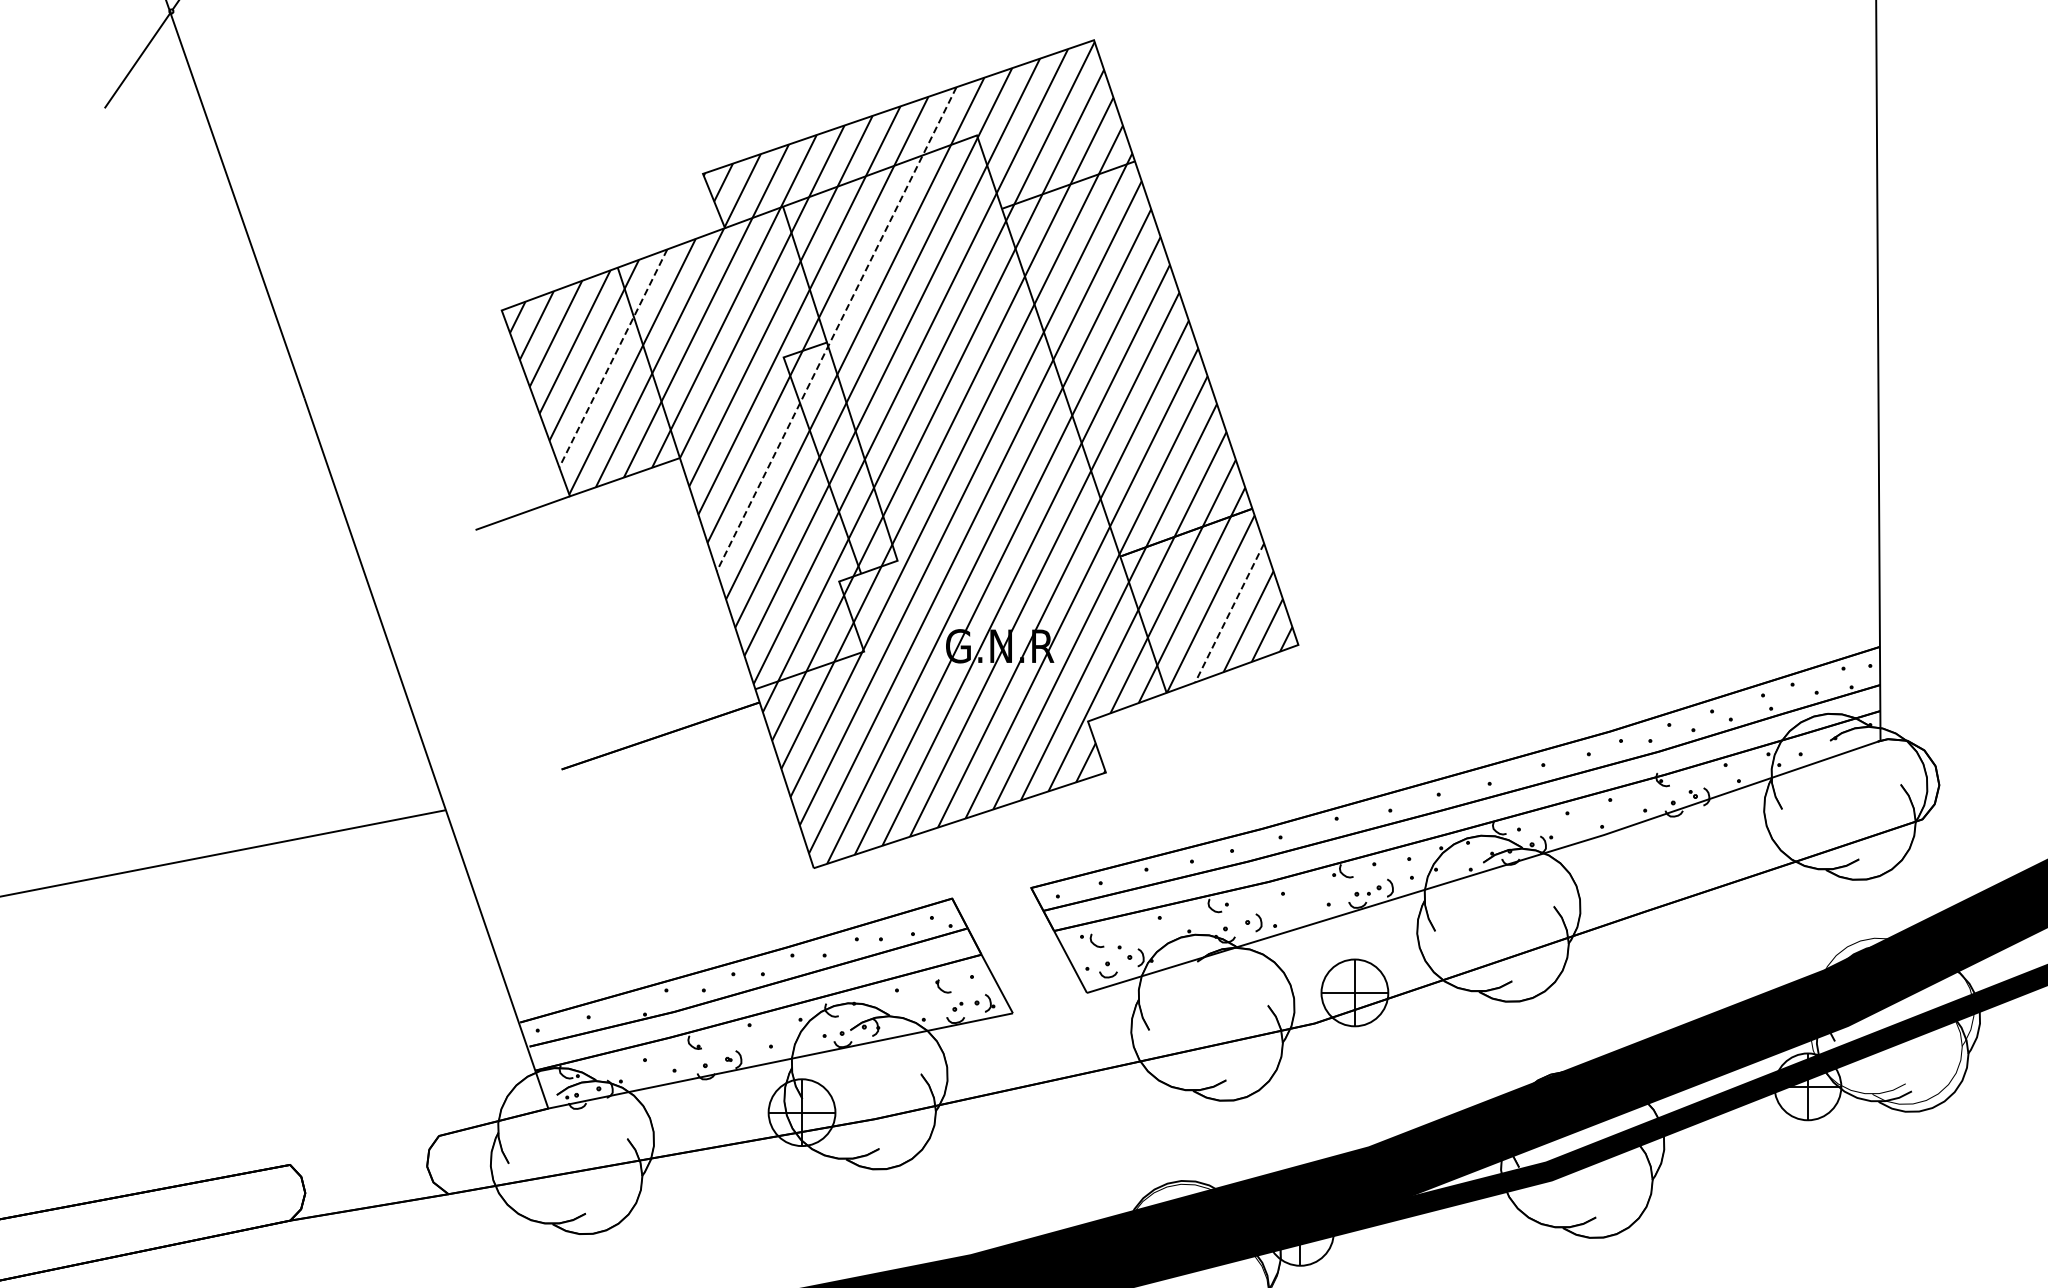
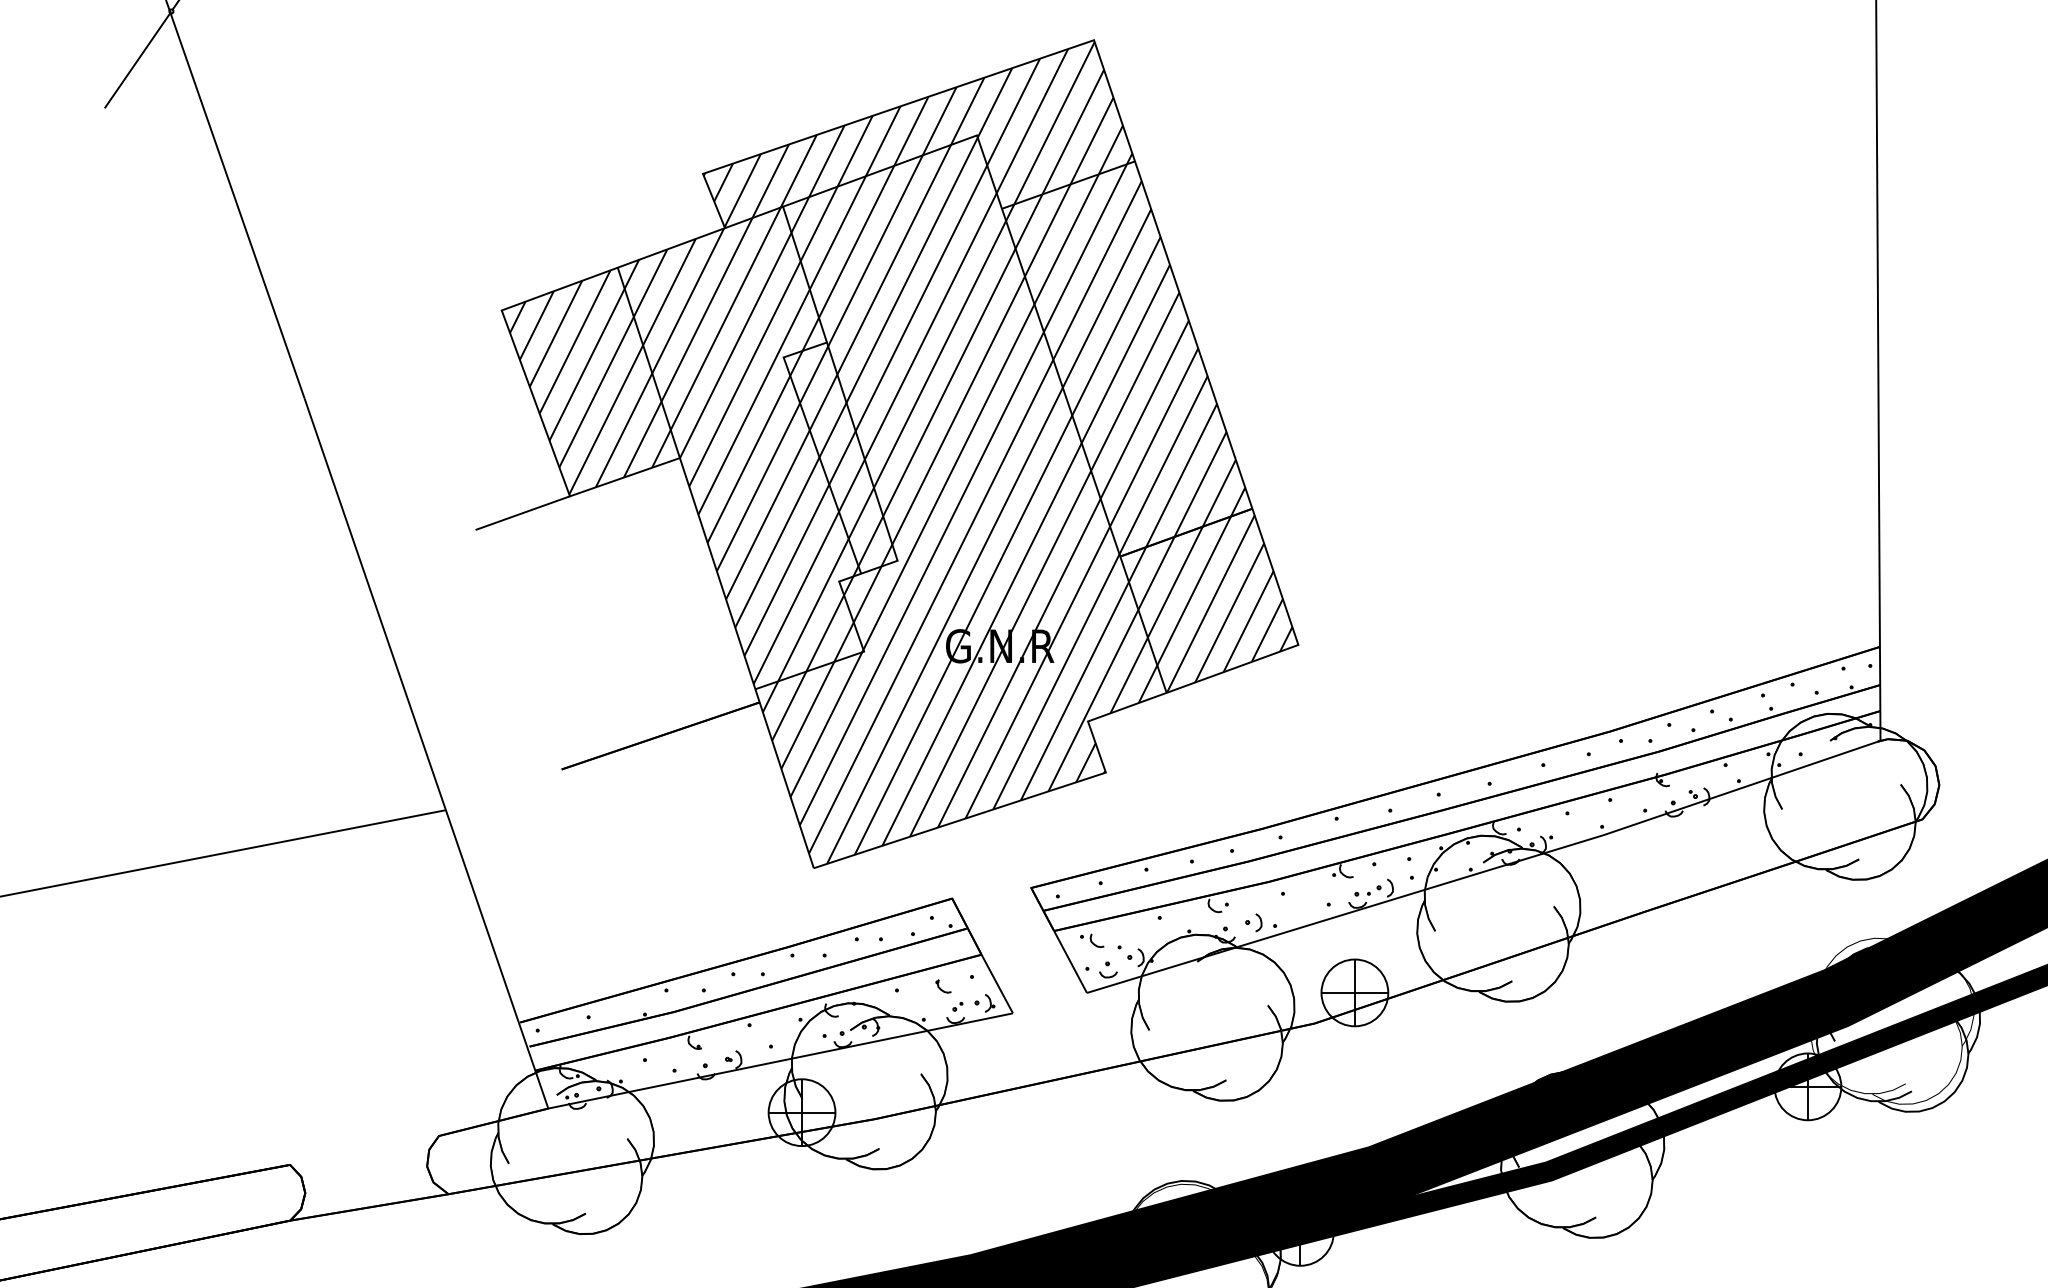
line at (836, 329): dashed -> solid
line at (613, 358): dashed -> solid
line at (1229, 613): dashed -> solid
